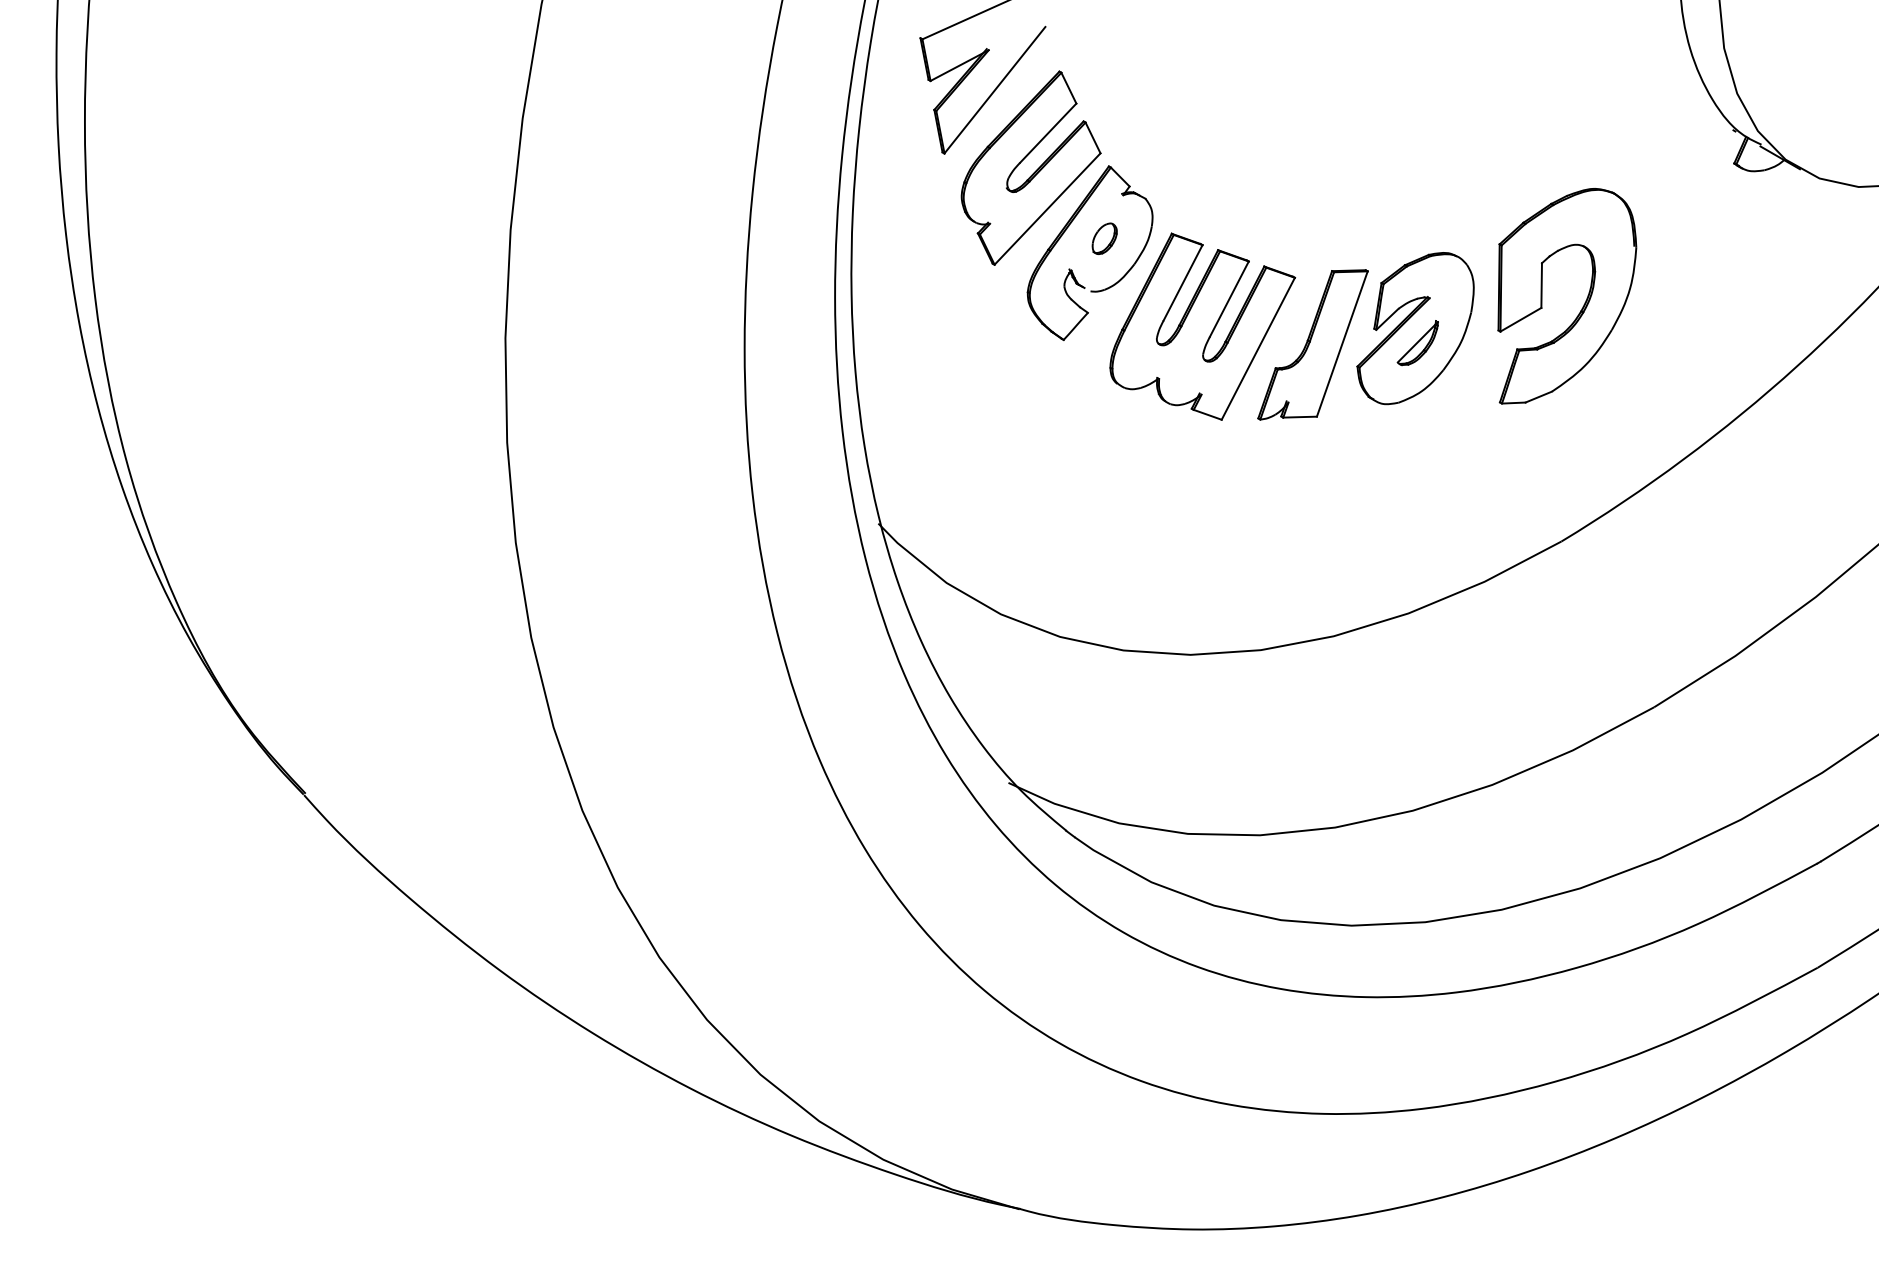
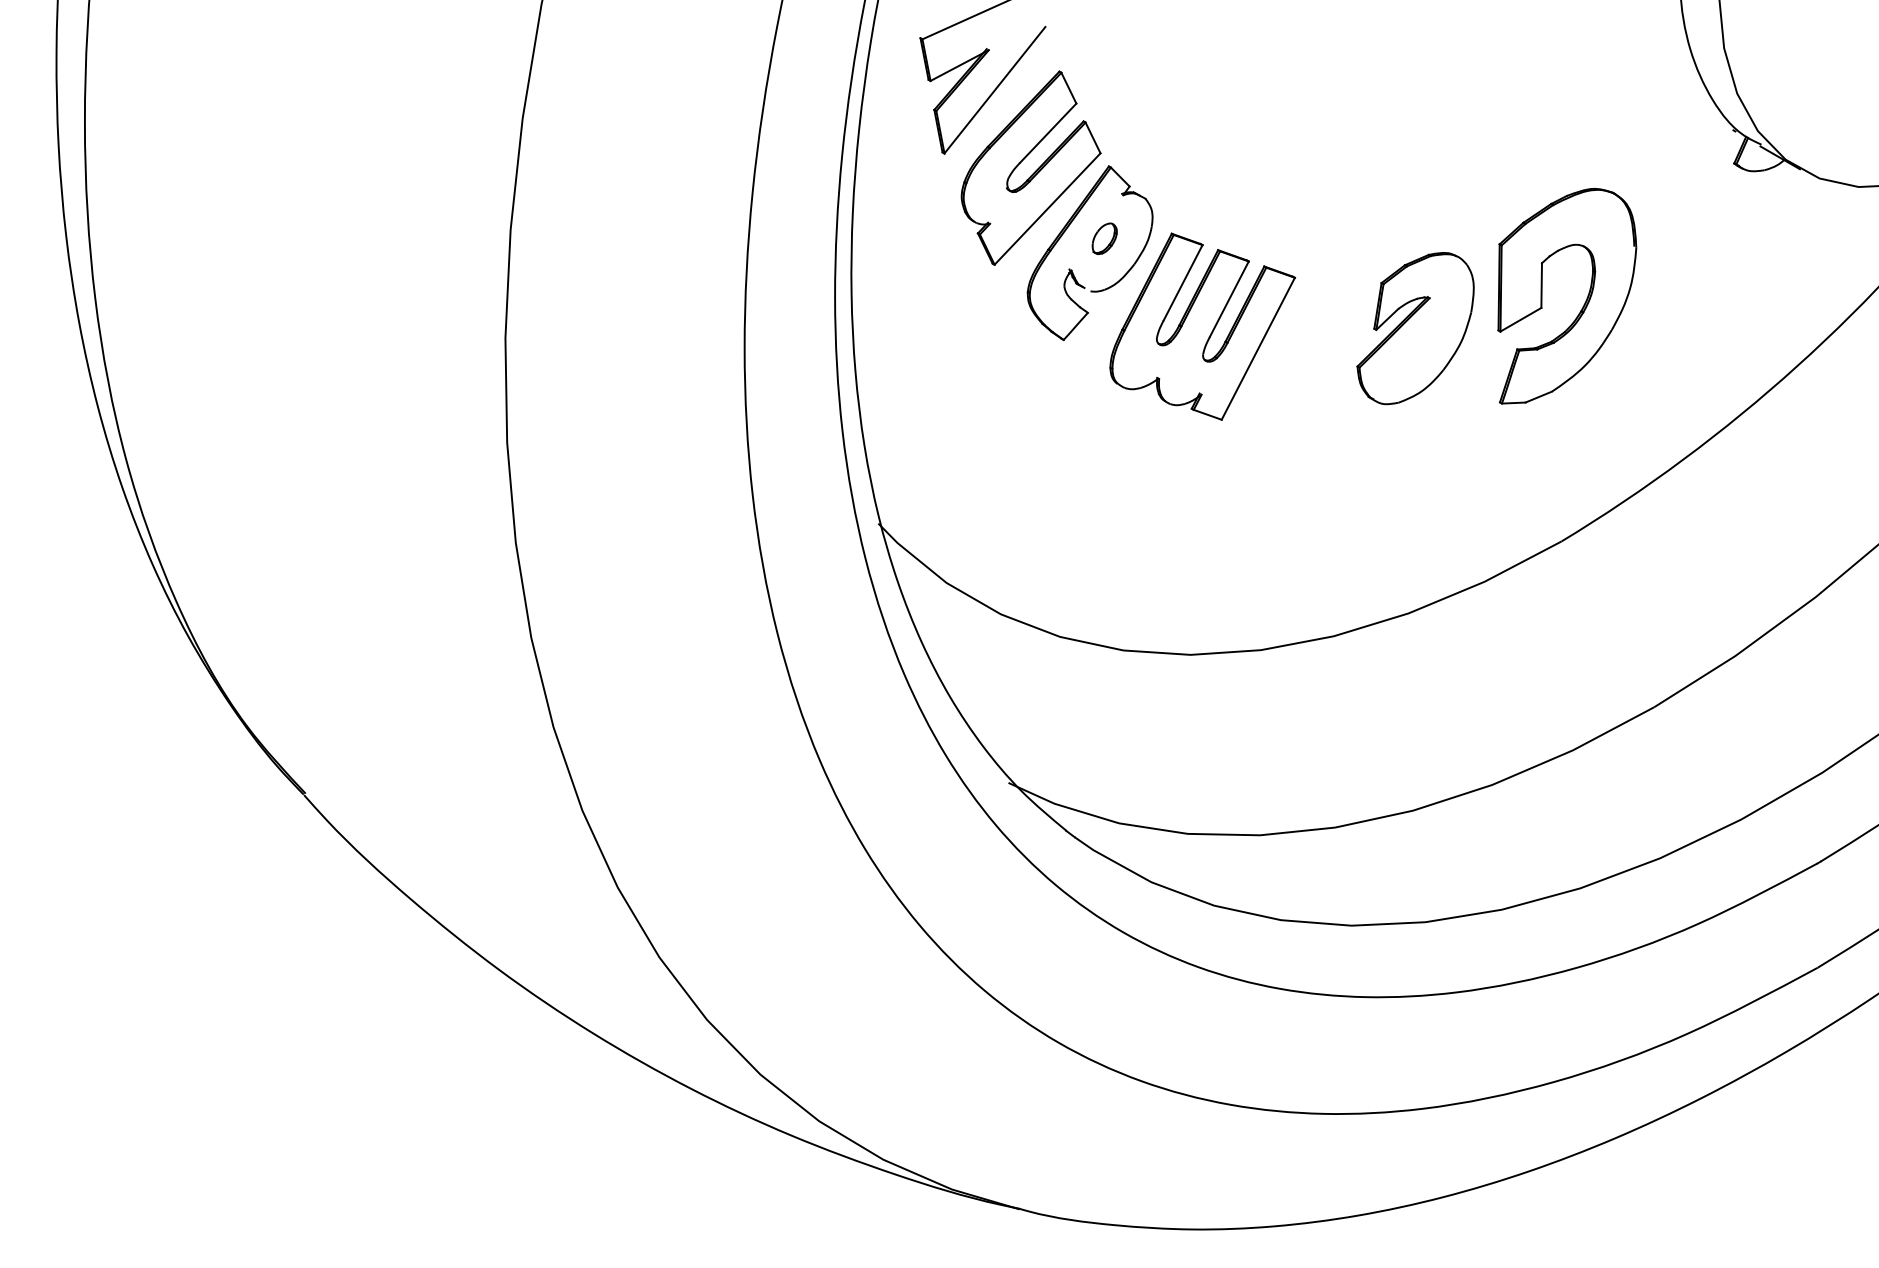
part at (1417, 343): present -> none
part at (1312, 344): present -> none
